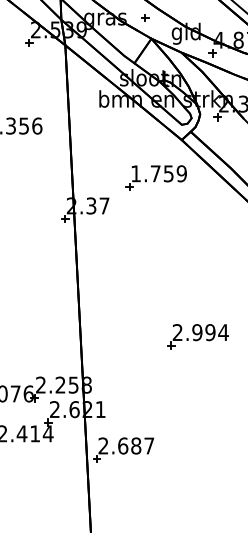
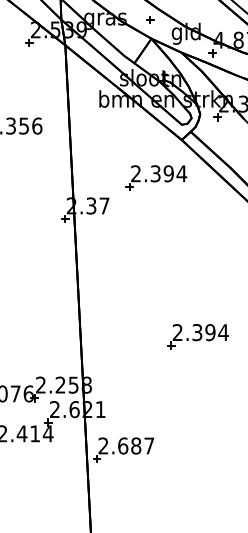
part at (145, 17) position: (145, 17) -> (150, 19)
text at (159, 173): 1.759 -> 2.394
text at (197, 332): 2.994 -> 2.394
